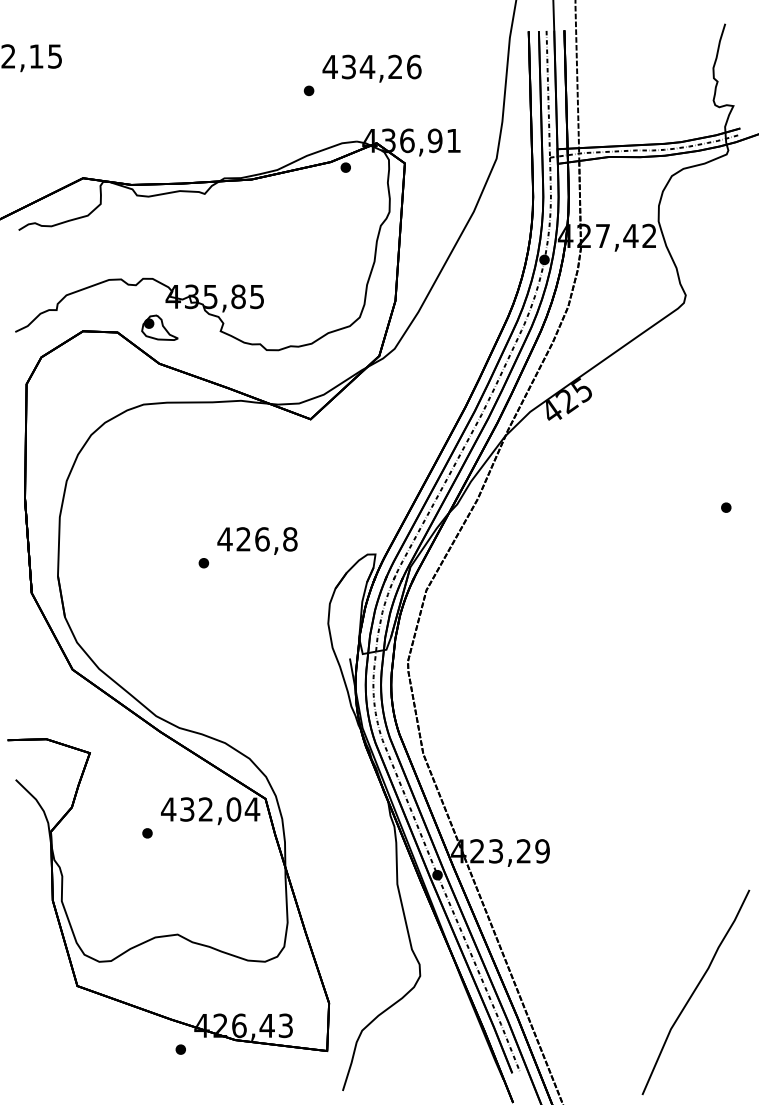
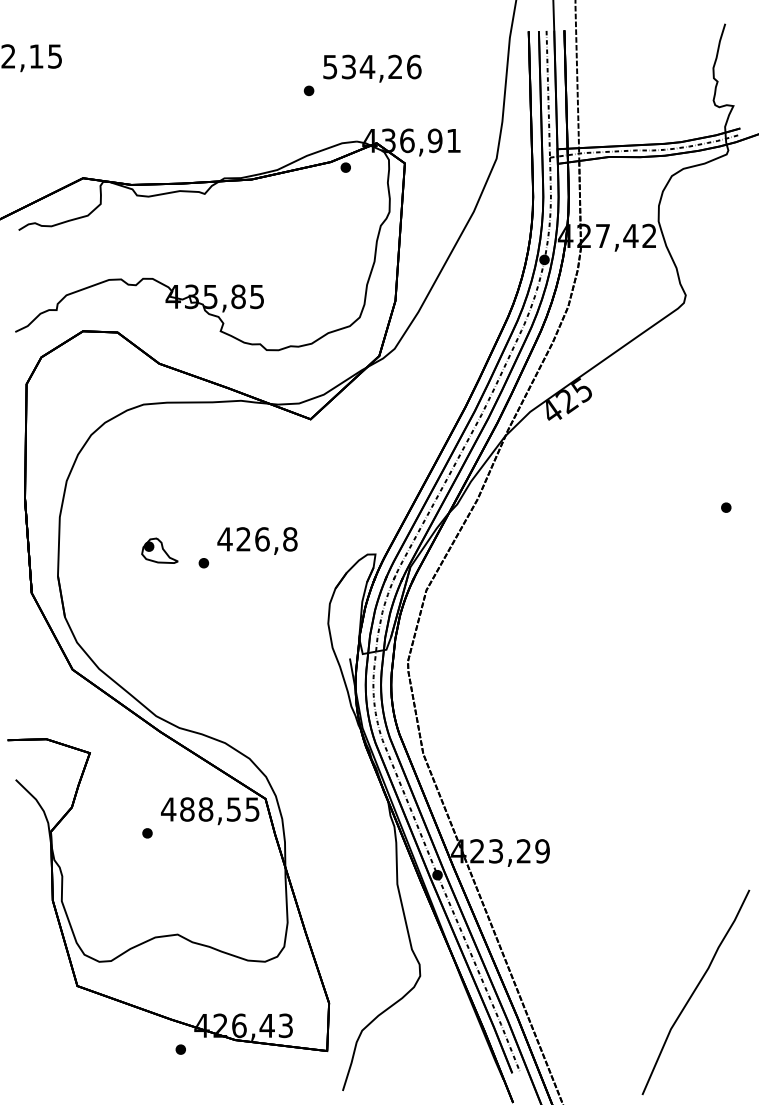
text at (329, 67): 434,26 -> 534,26
part at (159, 327) position: (159, 327) -> (159, 550)
text at (220, 809): 432,04 -> 488,55
